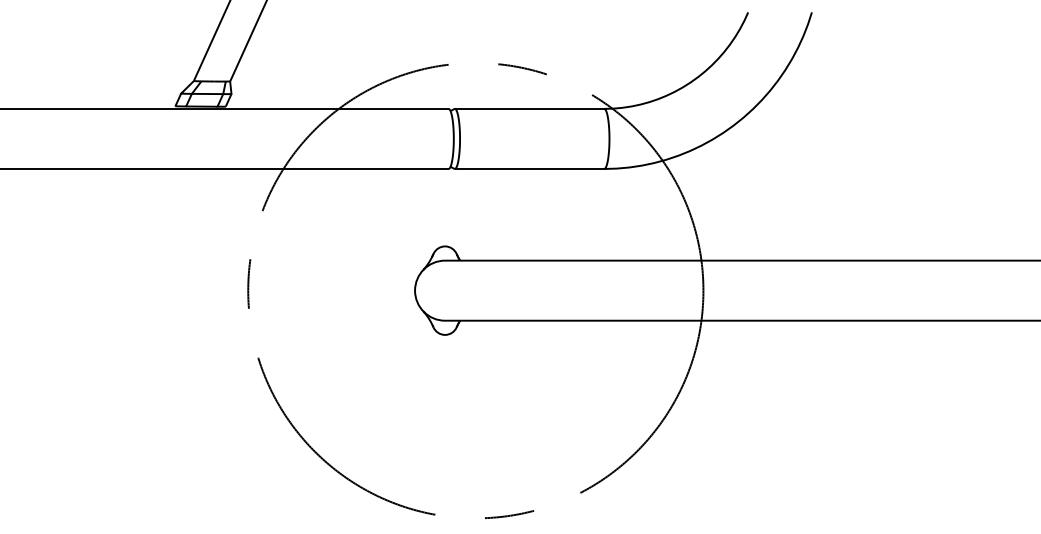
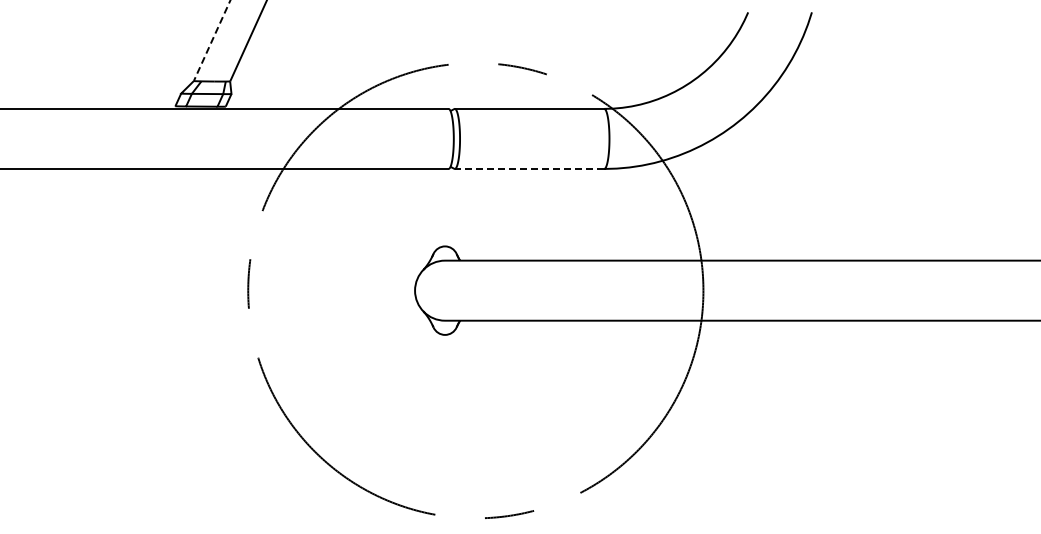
line at (212, 41): solid -> dashed
line at (529, 168): solid -> dashed
